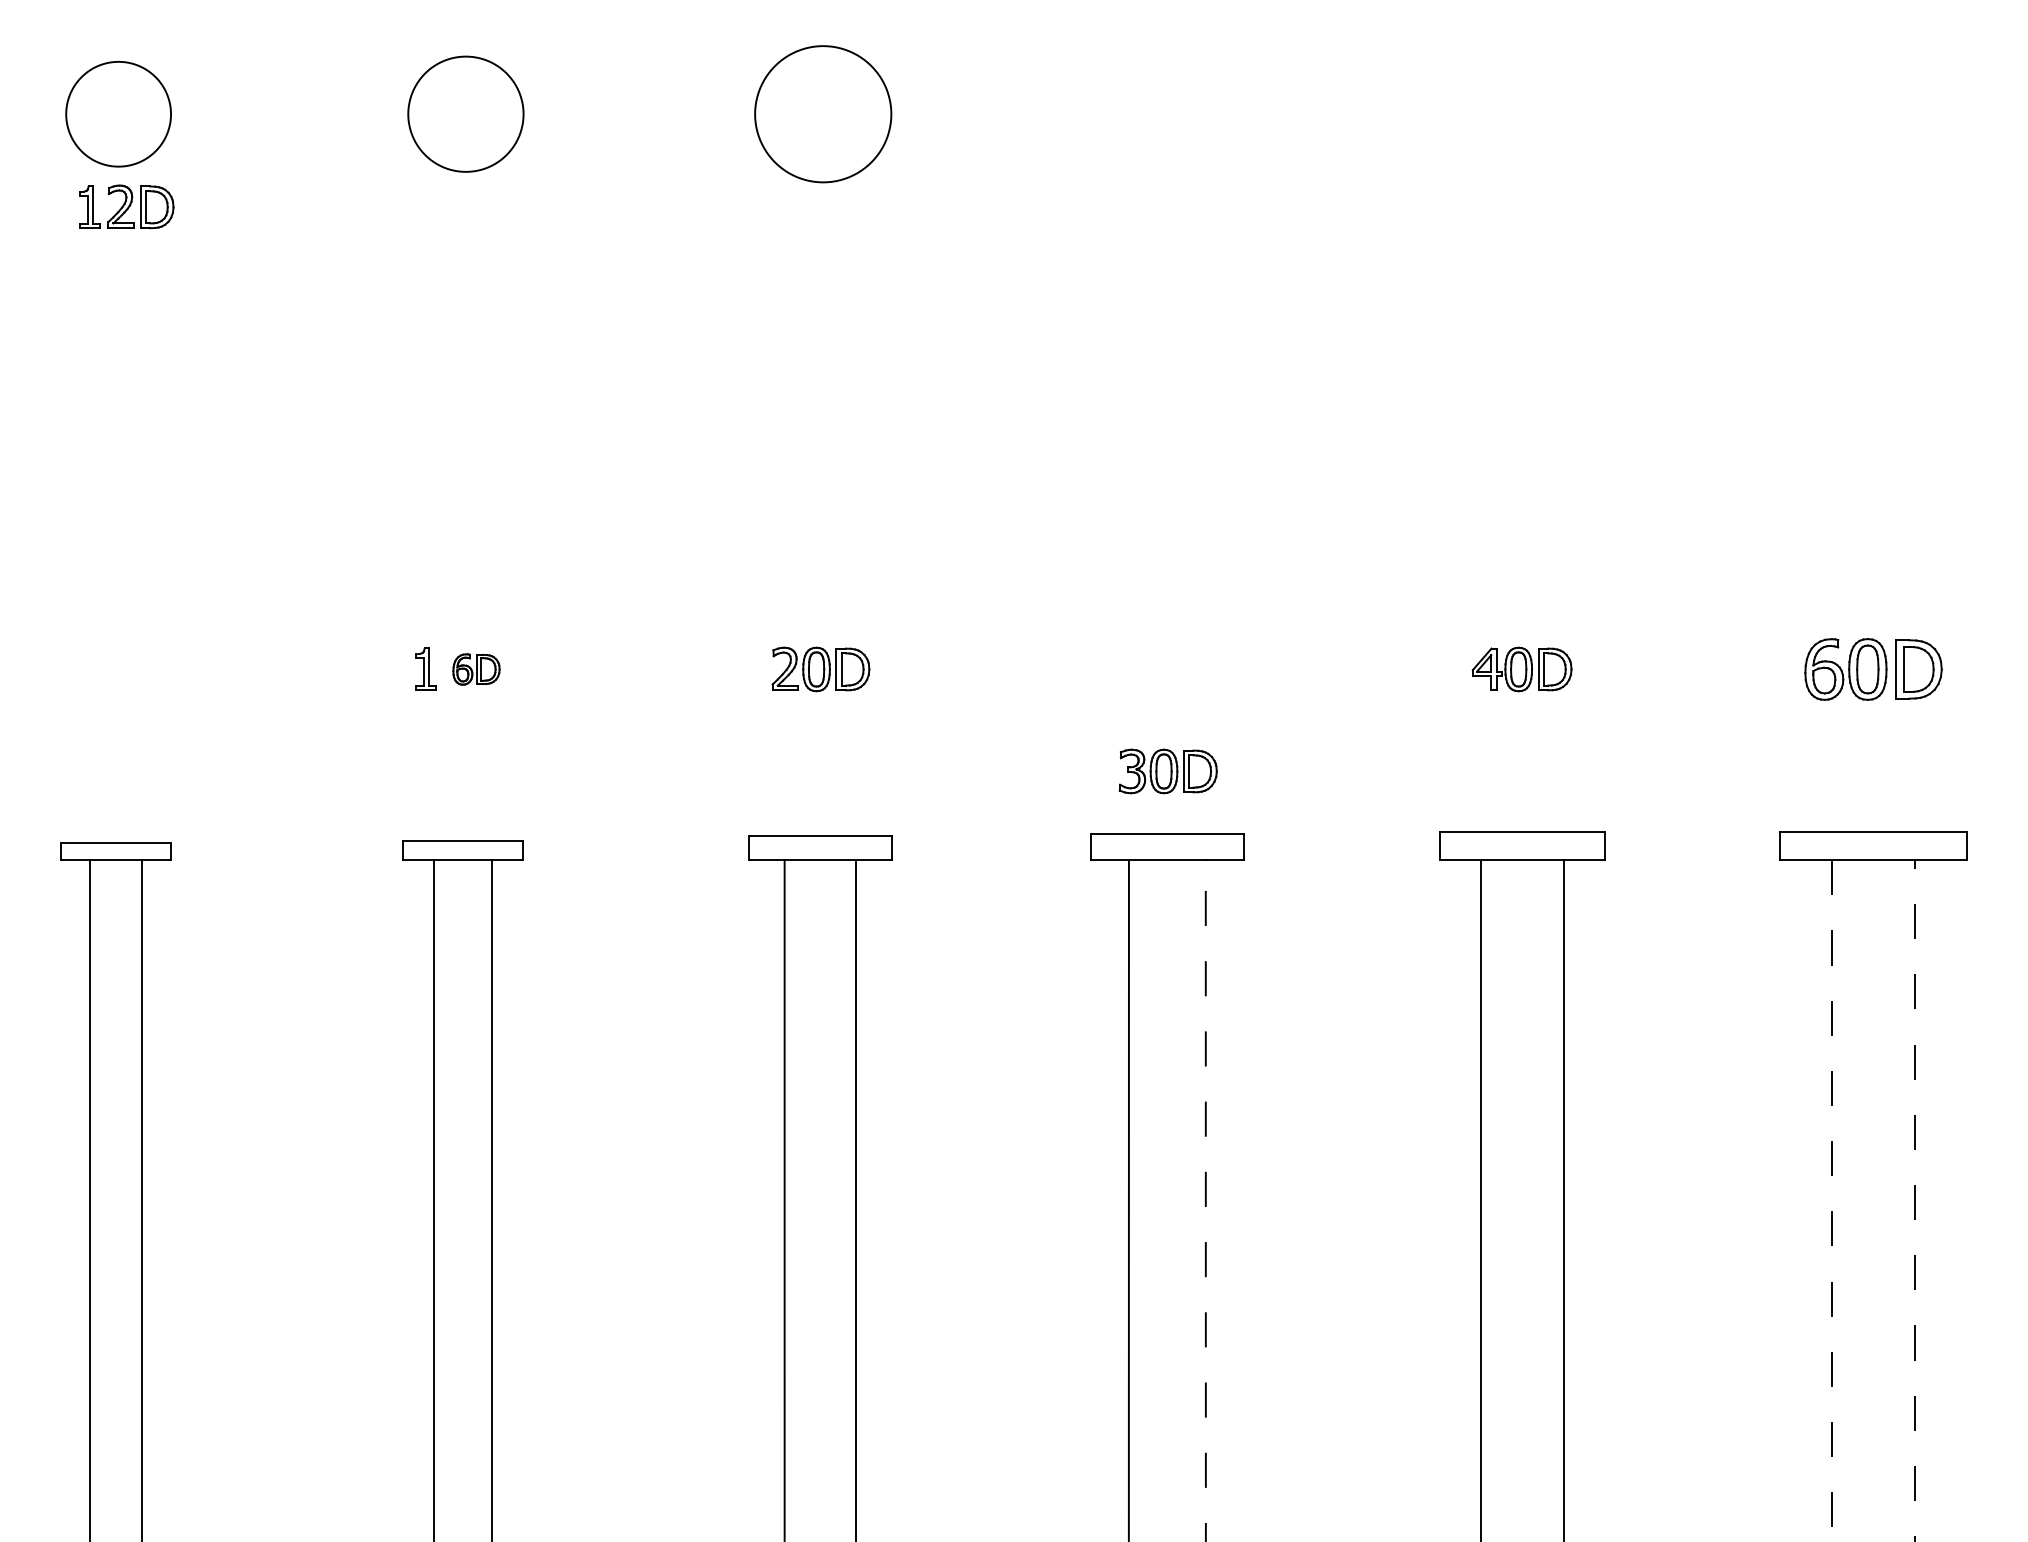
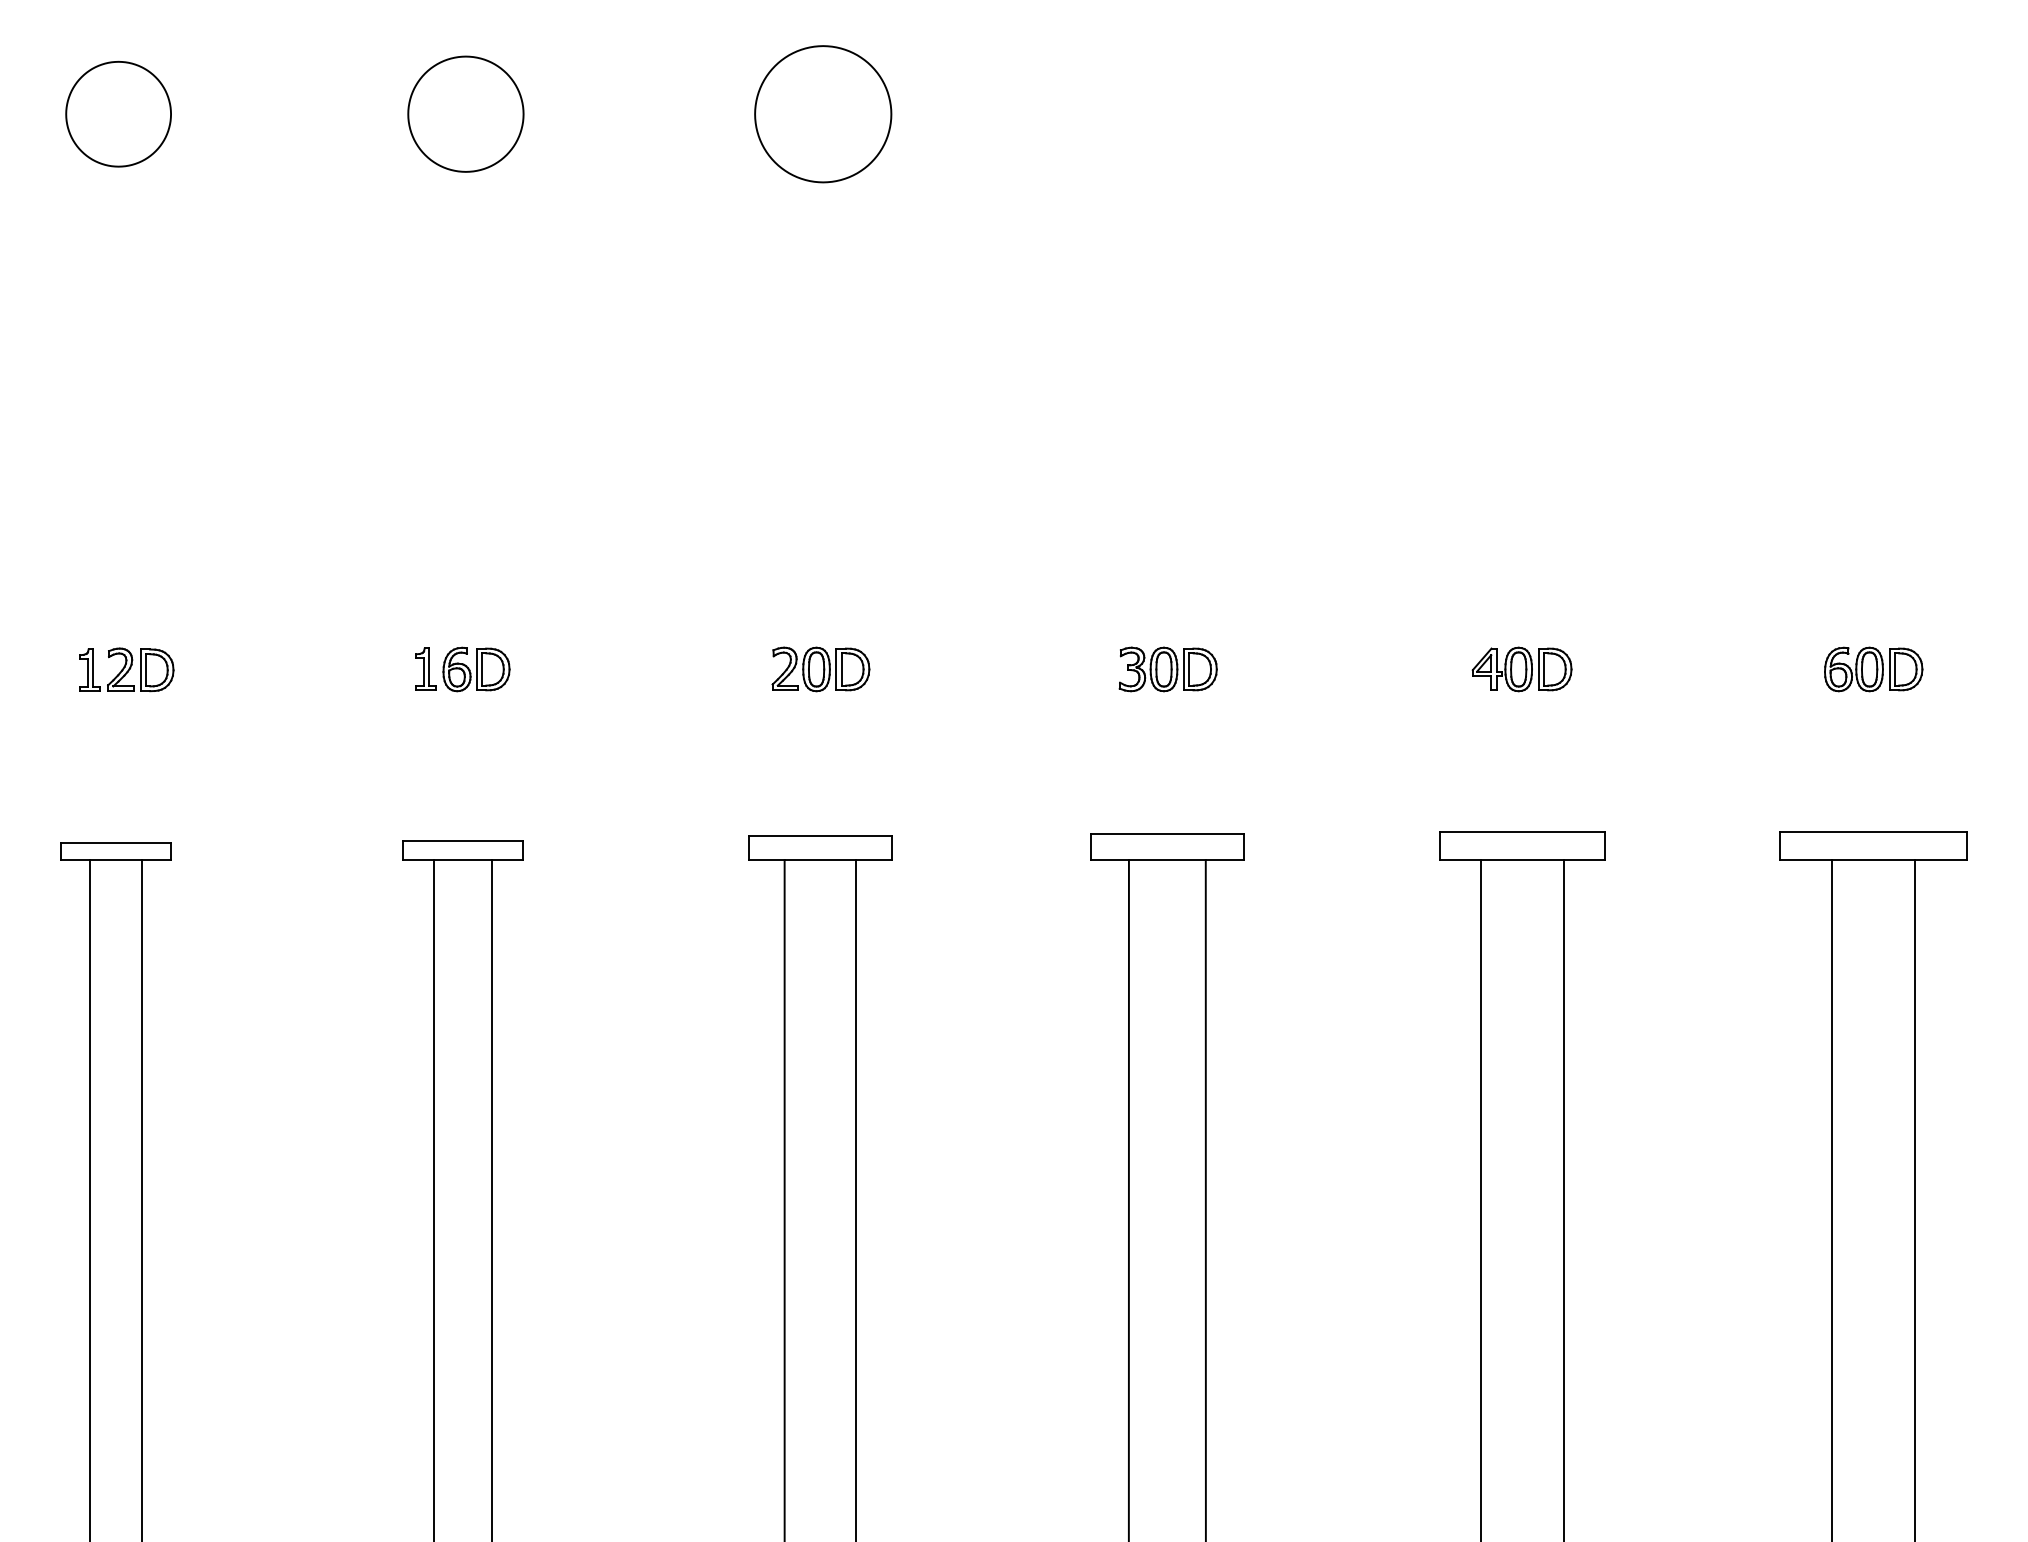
part at (126, 206) position: (126, 206) -> (126, 669)
part at (476, 669) size: 49x33 px -> 69x47 px
part at (1873, 669) size: 139x63 px -> 100x47 px
part at (1167, 771) position: (1167, 771) -> (1167, 669)
line at (1205, 1201): dashed -> solid
line at (1831, 1201): dashed -> solid
line at (1915, 1201): dashed -> solid
